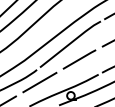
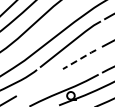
line at (80, 59): solid -> dashed
line at (39, 82): present -> none
